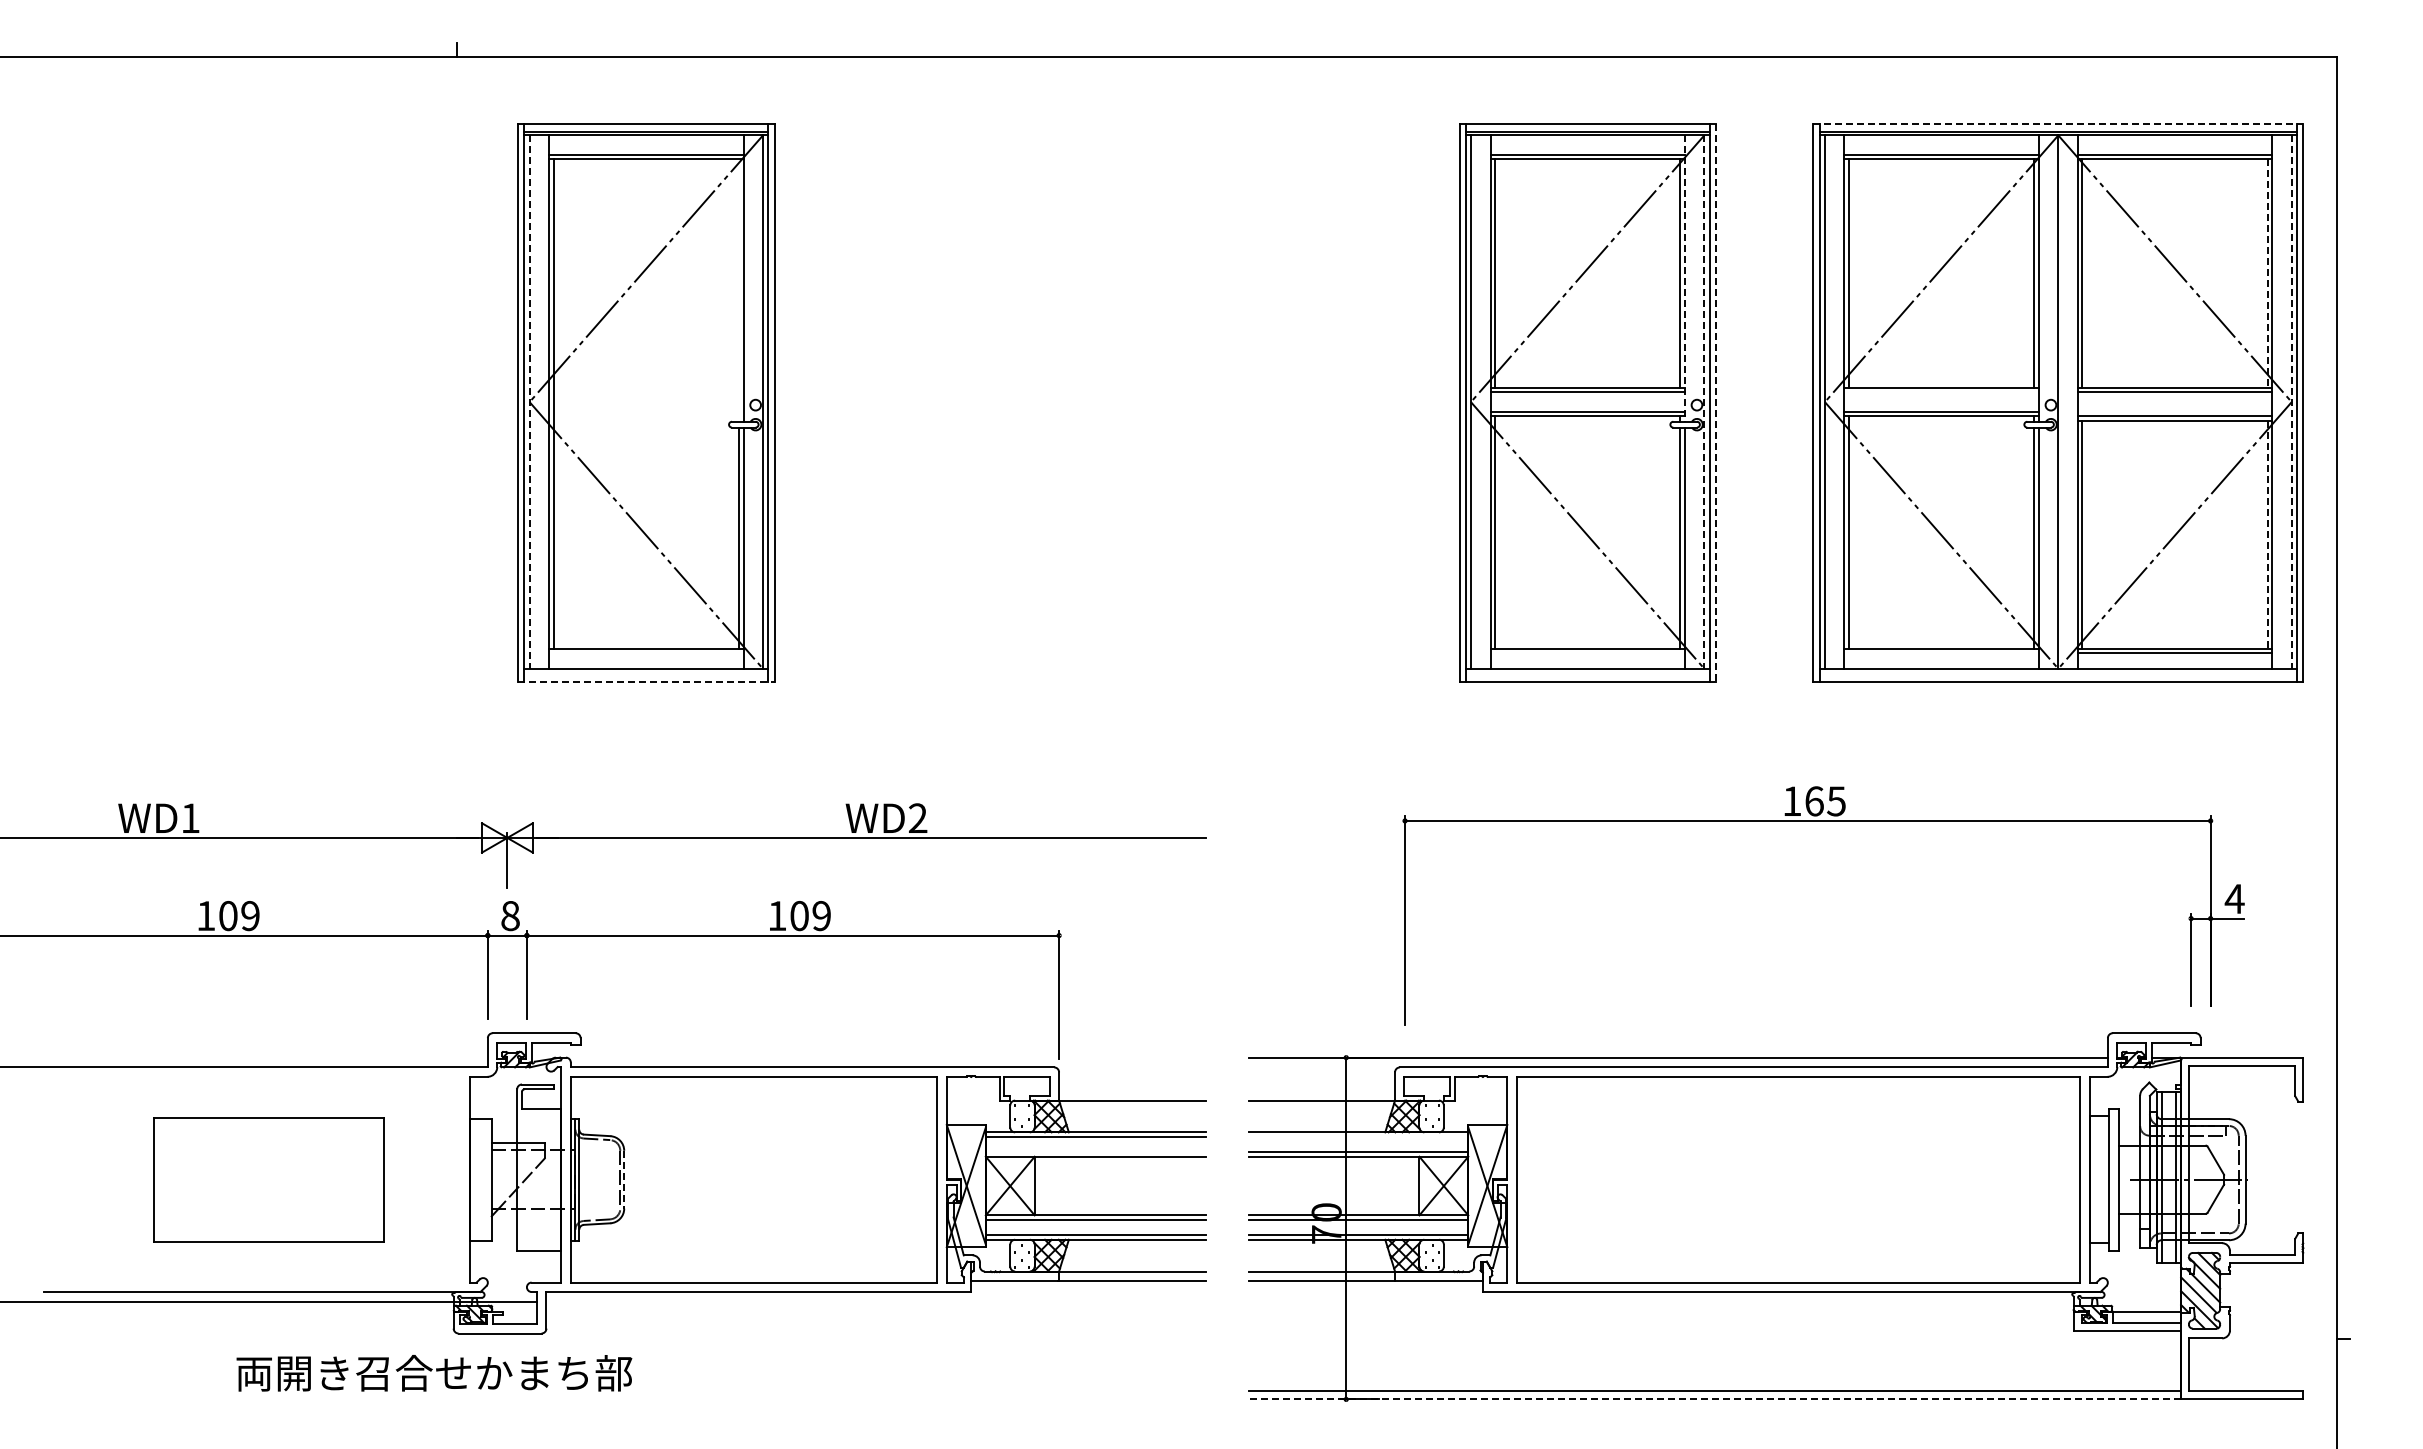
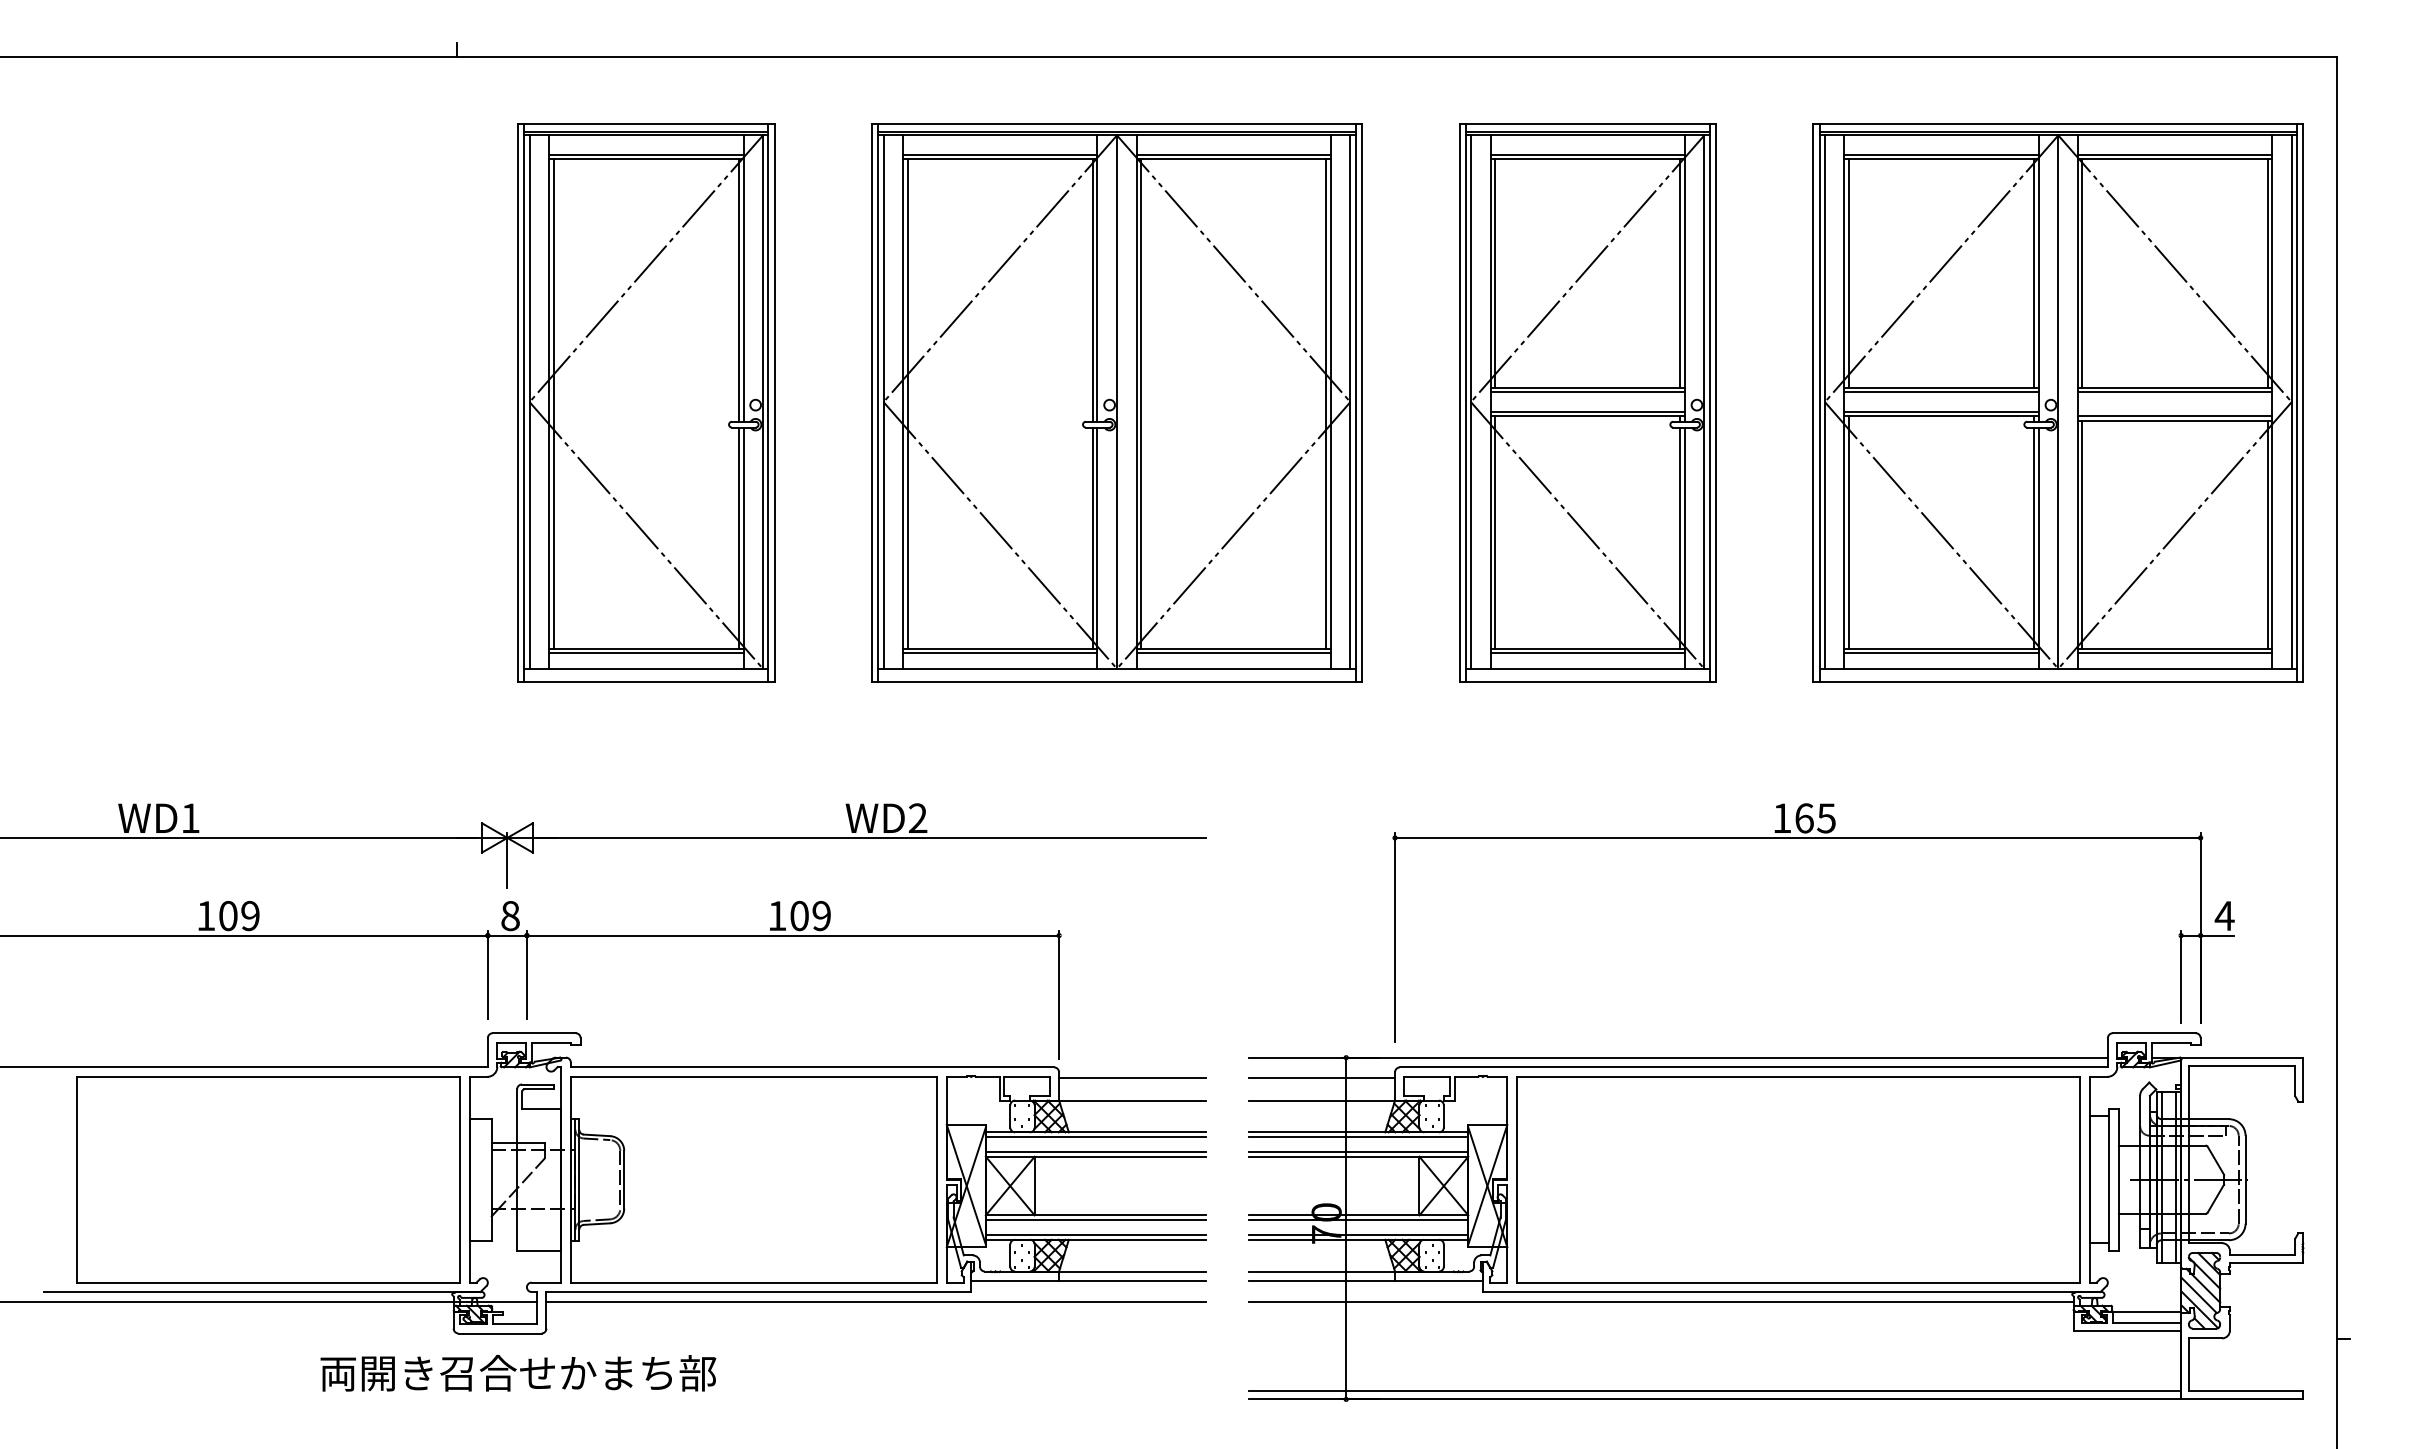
line at (2058, 124): dashed -> solid
line at (2267, 273): dashed -> solid
line at (1684, 279): dashed -> solid
line at (739, 289): none -> present
line at (1941, 392): none -> present
line at (529, 402): dashed -> solid
part at (1116, 402): none -> present
line at (1704, 402): dashed -> solid
line at (2291, 402): dashed -> solid
line at (1715, 403): dashed -> solid
line at (2267, 535): dashed -> solid
line at (646, 652): none -> present
line at (1587, 652): none -> present
line at (1941, 652): none -> present
line at (646, 682): dashed -> solid
part at (1823, 821) position: (1823, 821) -> (1813, 838)
line at (1132, 1078): none -> present
line at (1320, 1078): none -> present
line at (1358, 1137): none -> present
line at (1095, 1151): none -> present
part at (268, 1179) size: 232x126 px -> 385x208 px
line at (624, 1179): dashed -> solid
line at (875, 1301): none -> present
line at (1660, 1301): none -> present
text at (434, 1373) position: (434, 1373) -> (518, 1373)
line at (1714, 1399): dashed -> solid
